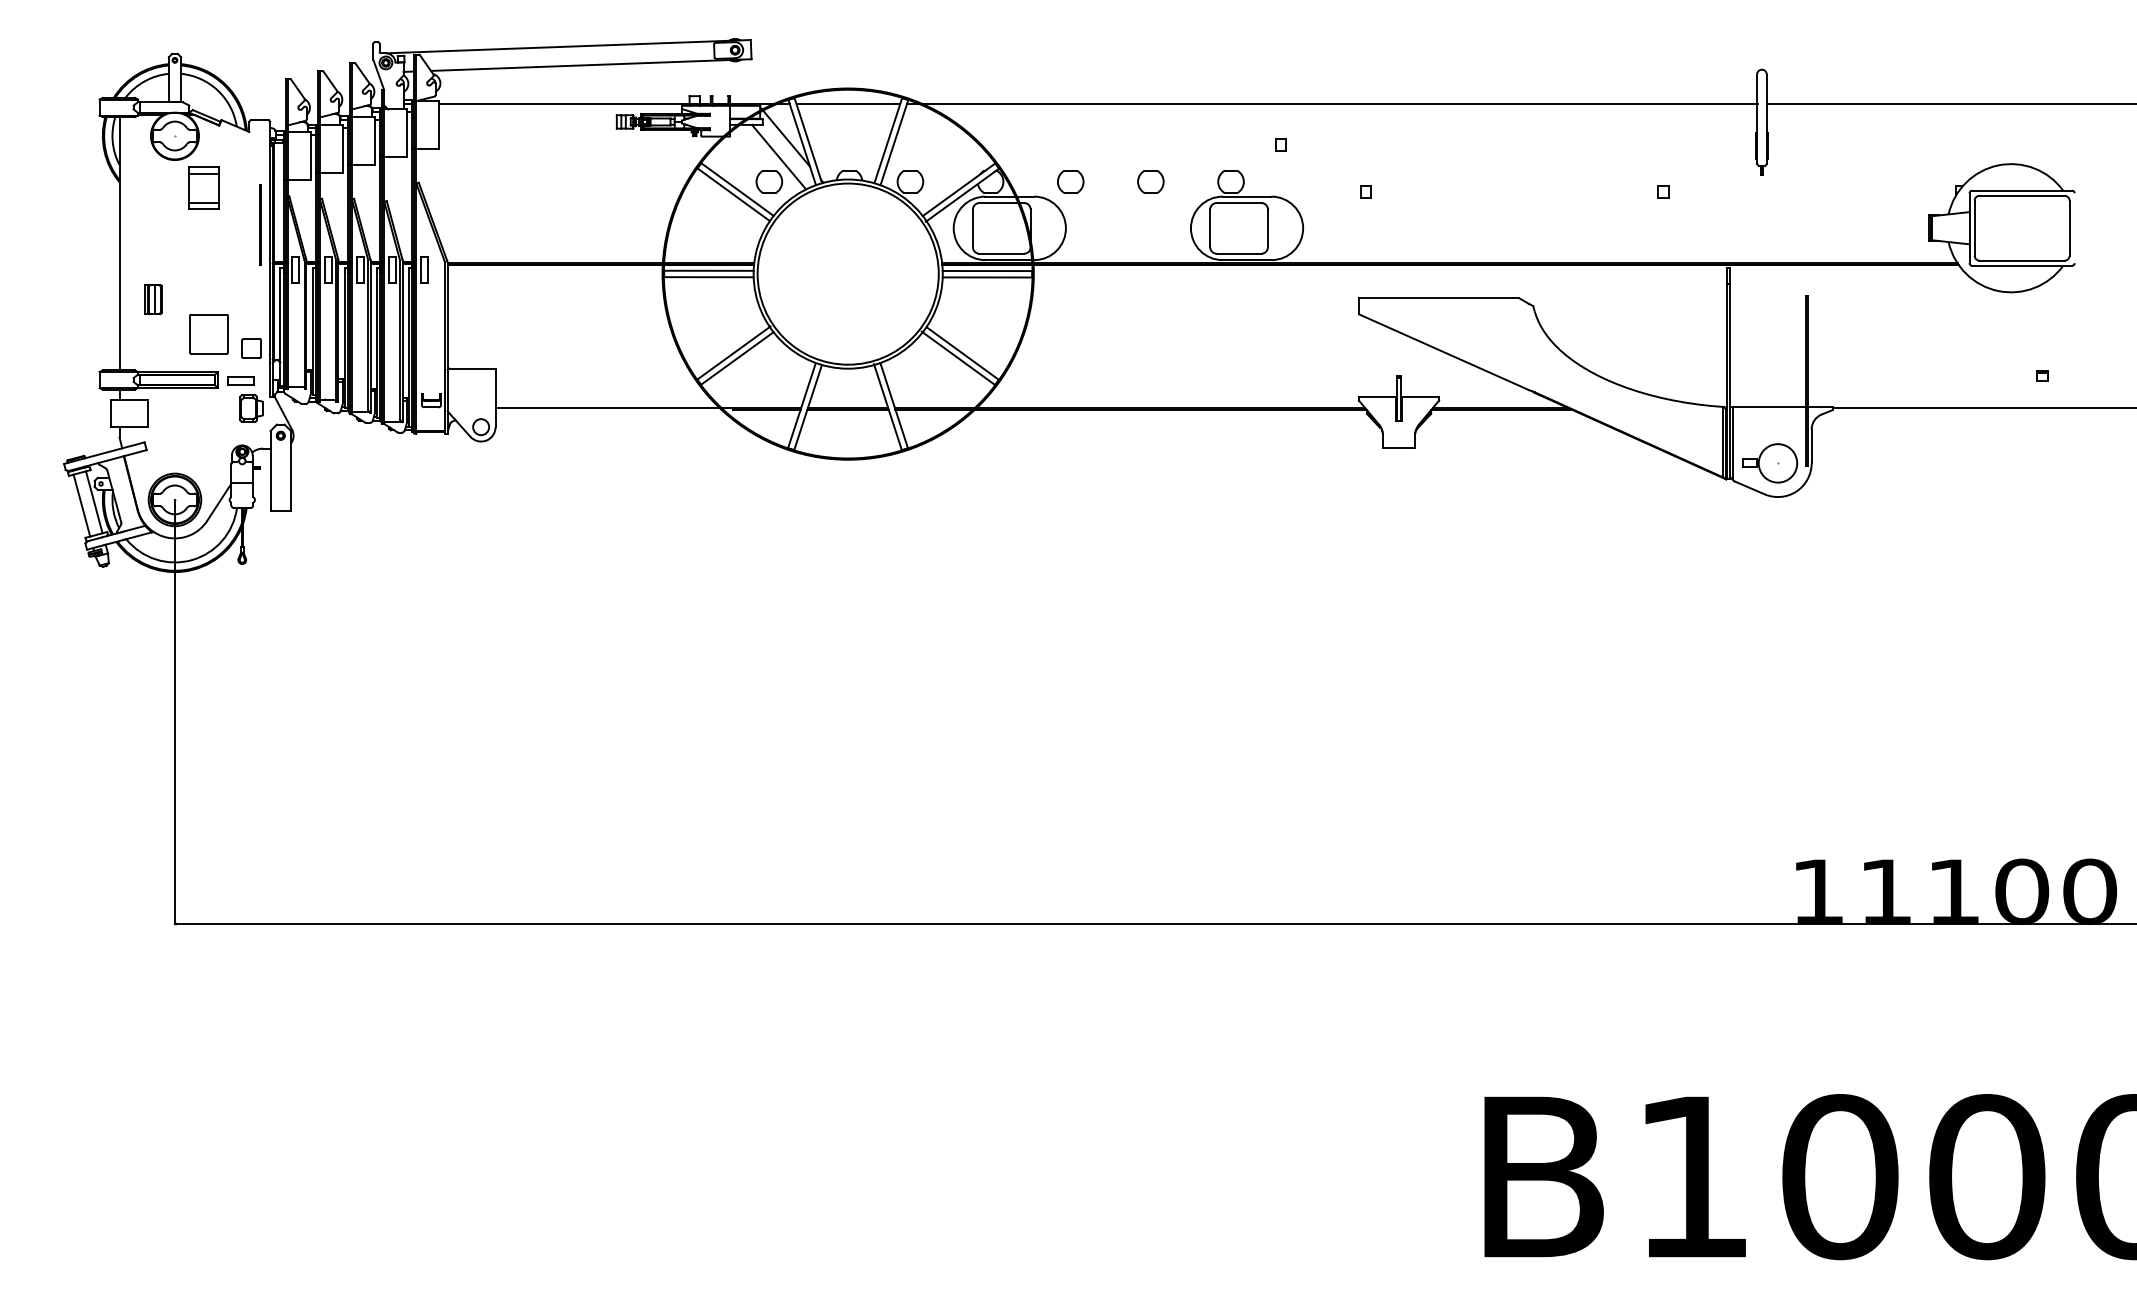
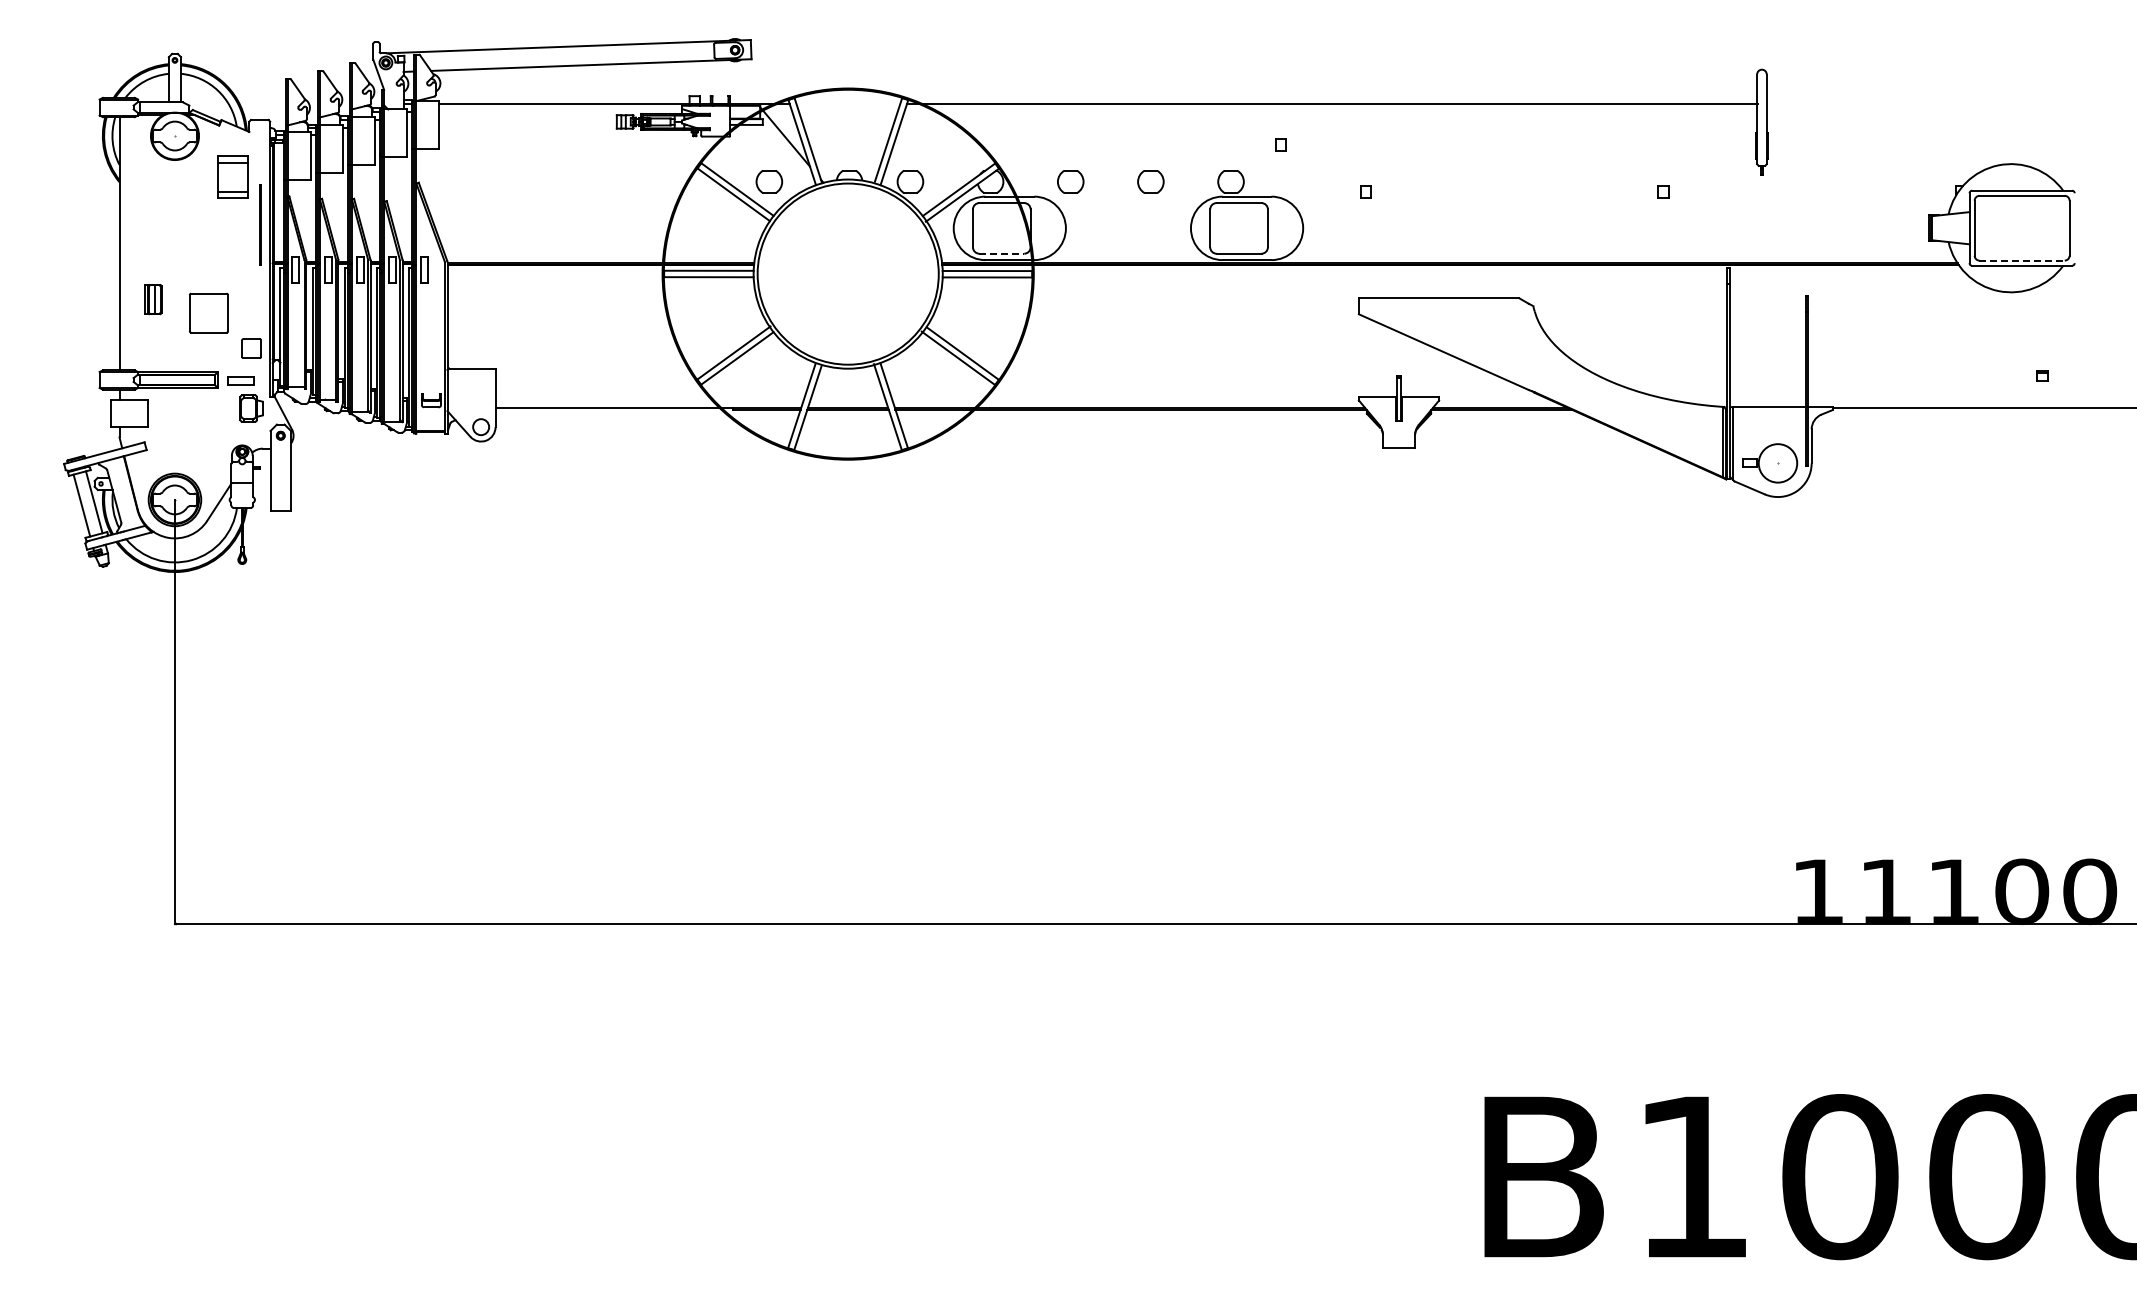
line at (848, 104): present -> none
line at (1949, 104): present -> none
line at (779, 156): present -> none
part at (203, 187) position: (203, 187) -> (232, 176)
line at (1002, 253): solid -> dashed
line at (2022, 260): solid -> dashed
part at (208, 333) position: (208, 333) -> (208, 312)
